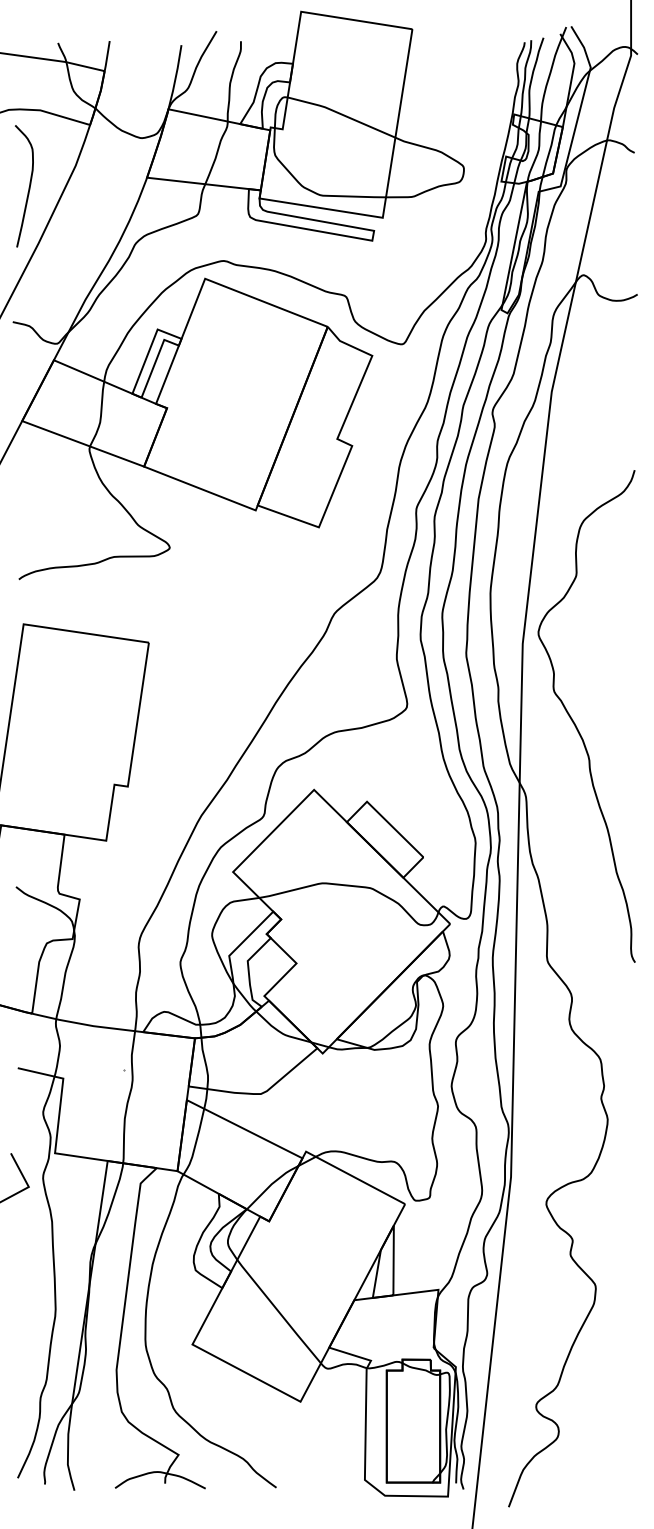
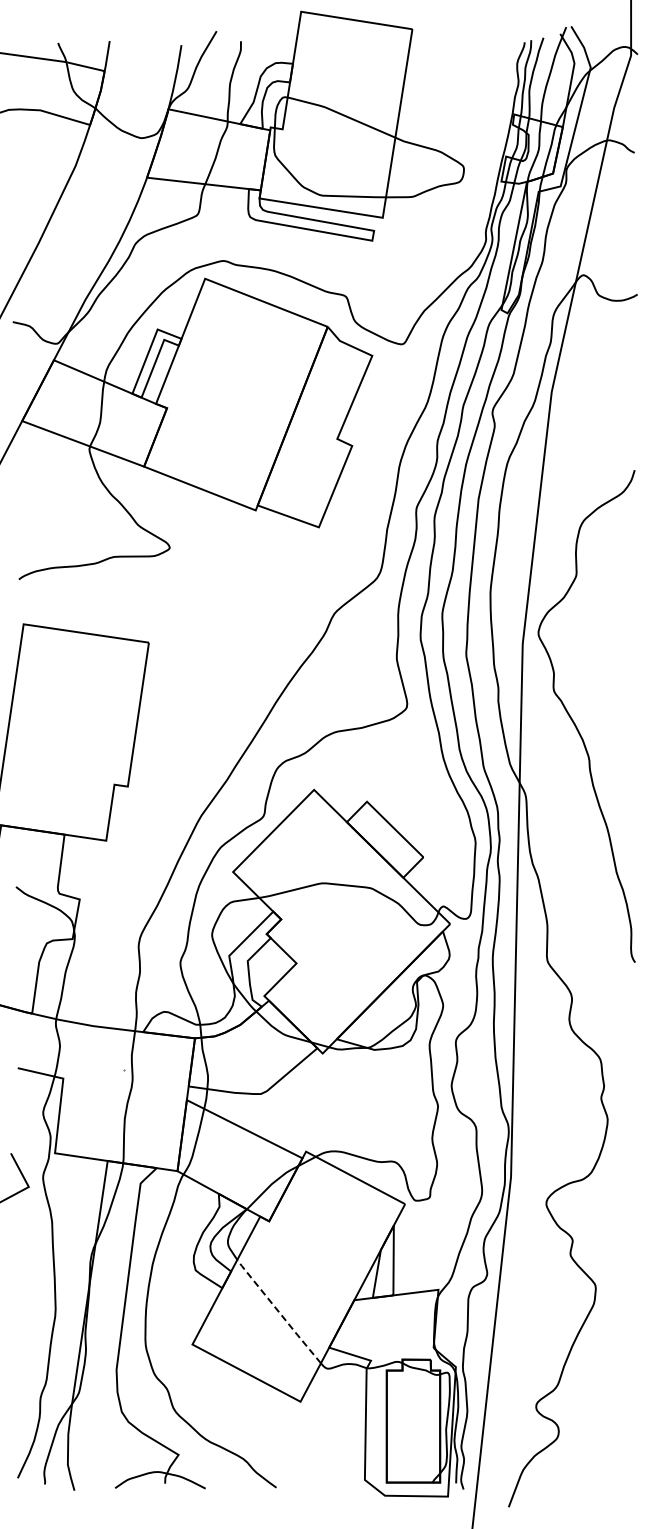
curve at (28, 187): present -> none
line at (278, 1311): solid -> dashed
